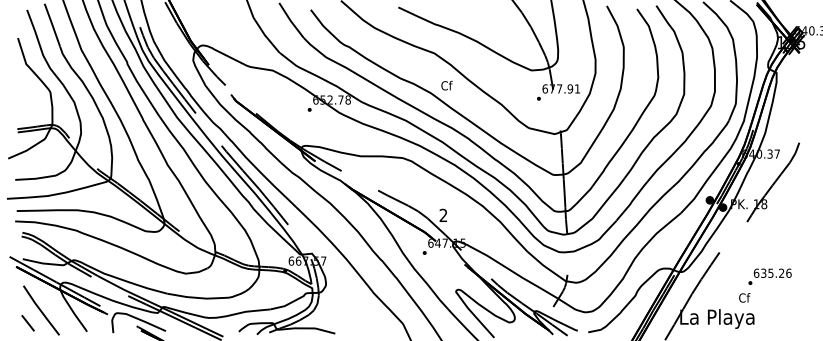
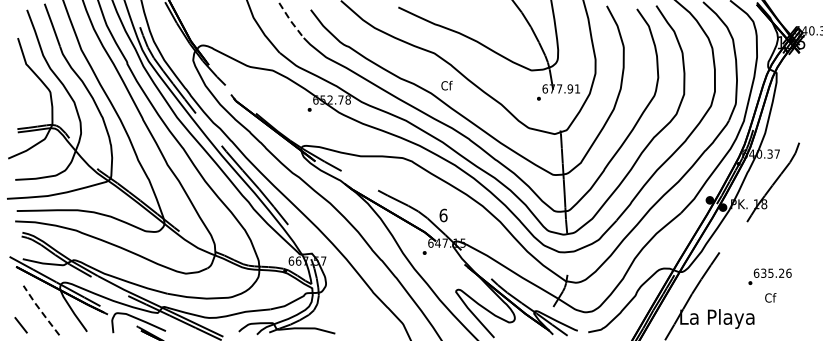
line at (290, 20): solid -> dashed
text at (443, 215): 2 -> 6
text at (744, 297) position: (744, 297) -> (770, 297)
line at (40, 310): solid -> dashed
line at (27, 323) position: (27, 323) -> (20, 325)
